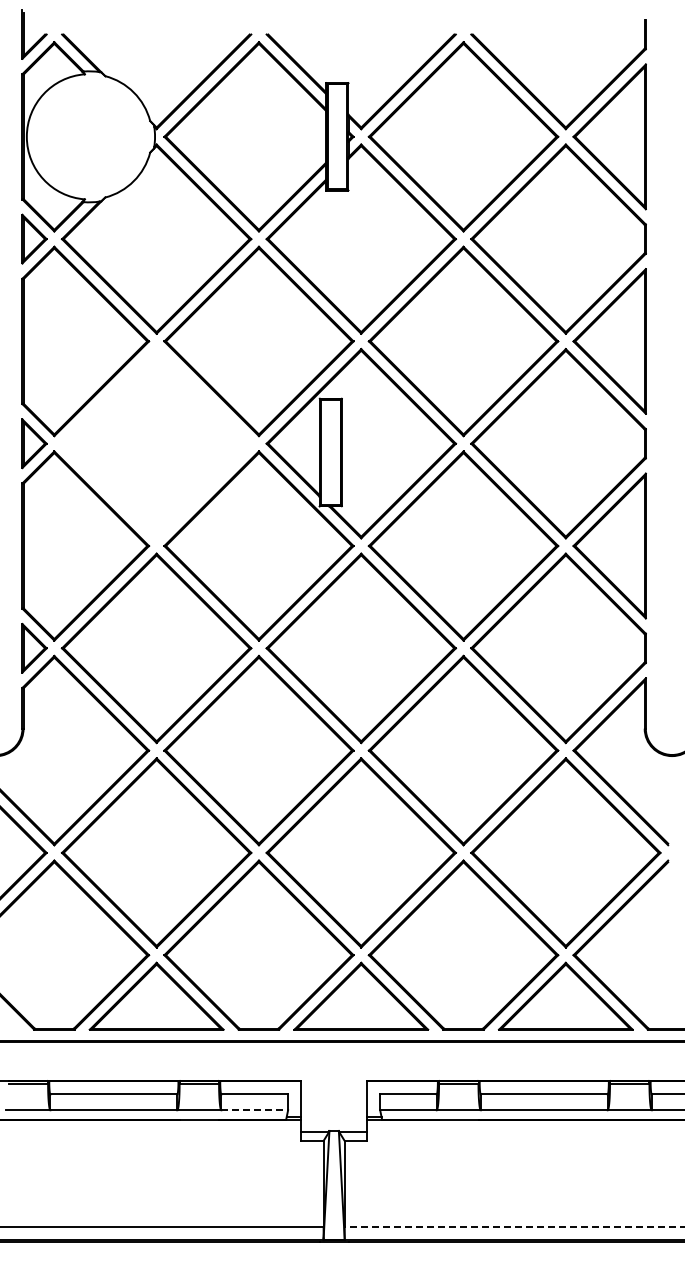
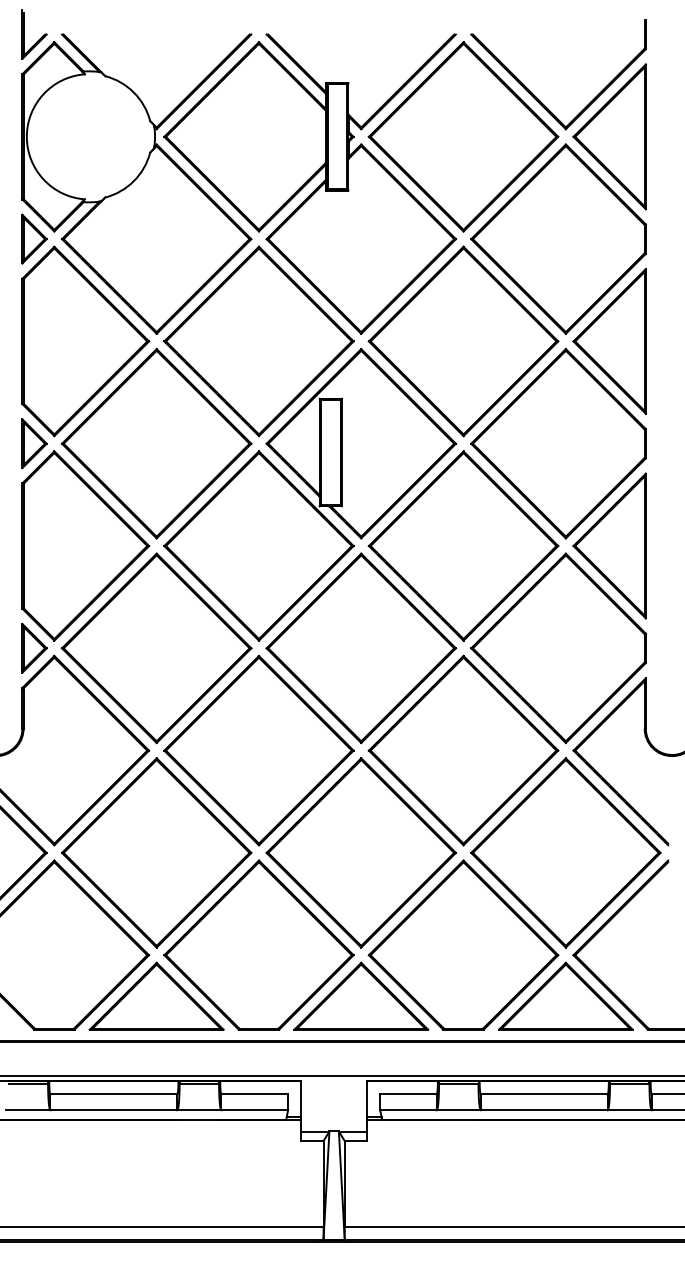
part at (156, 443): none -> present
line at (341, 1076): none -> present
line at (255, 1110): dashed -> solid
line at (514, 1227): dashed -> solid
